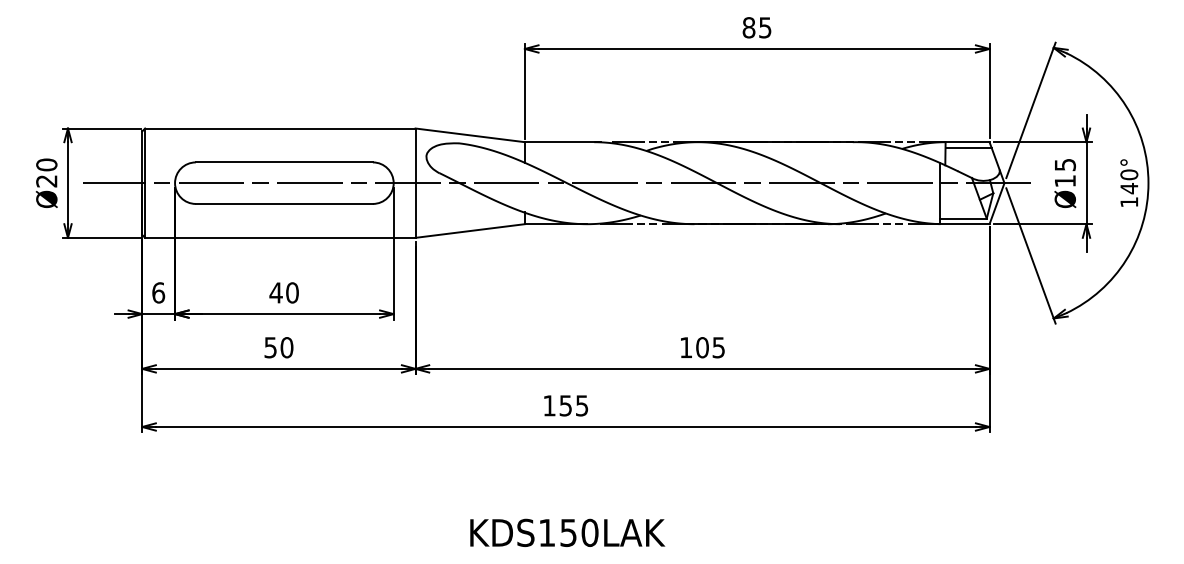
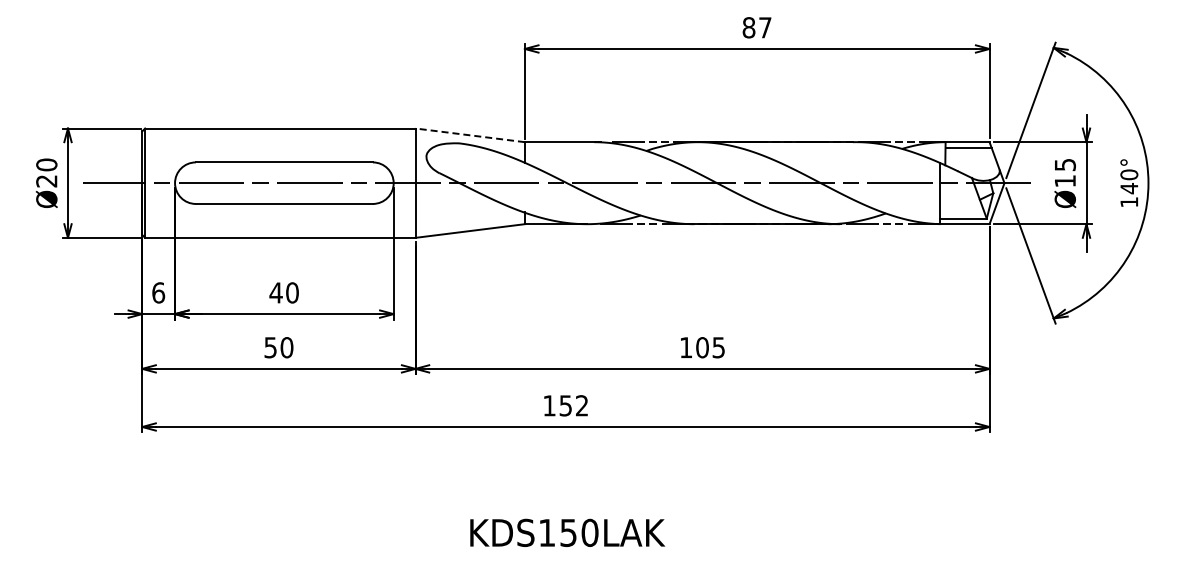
text at (765, 27): 85 -> 87
line at (469, 135): solid -> dashed
text at (582, 405): 155 -> 152
